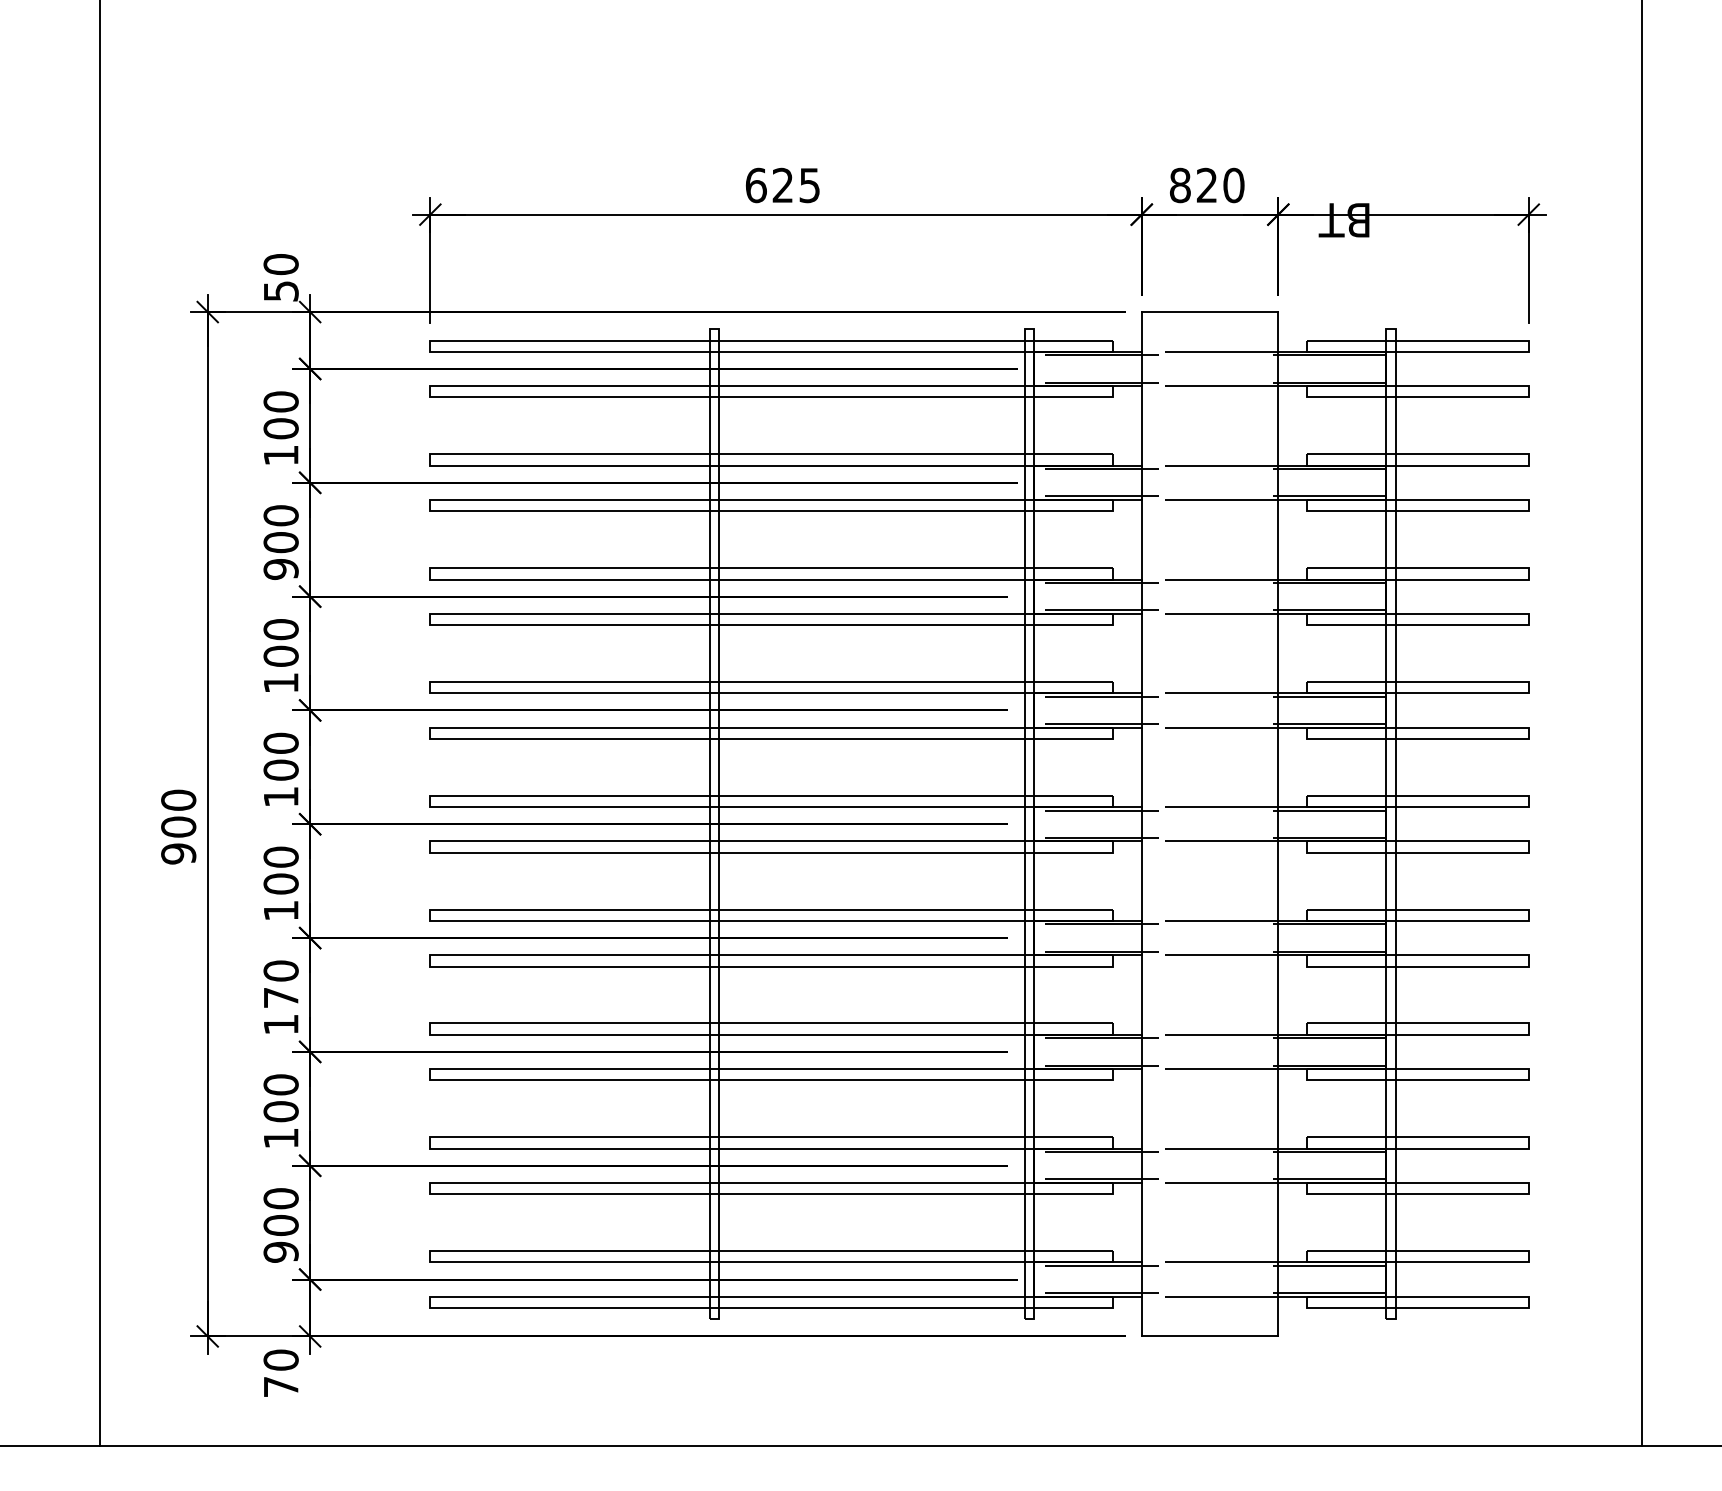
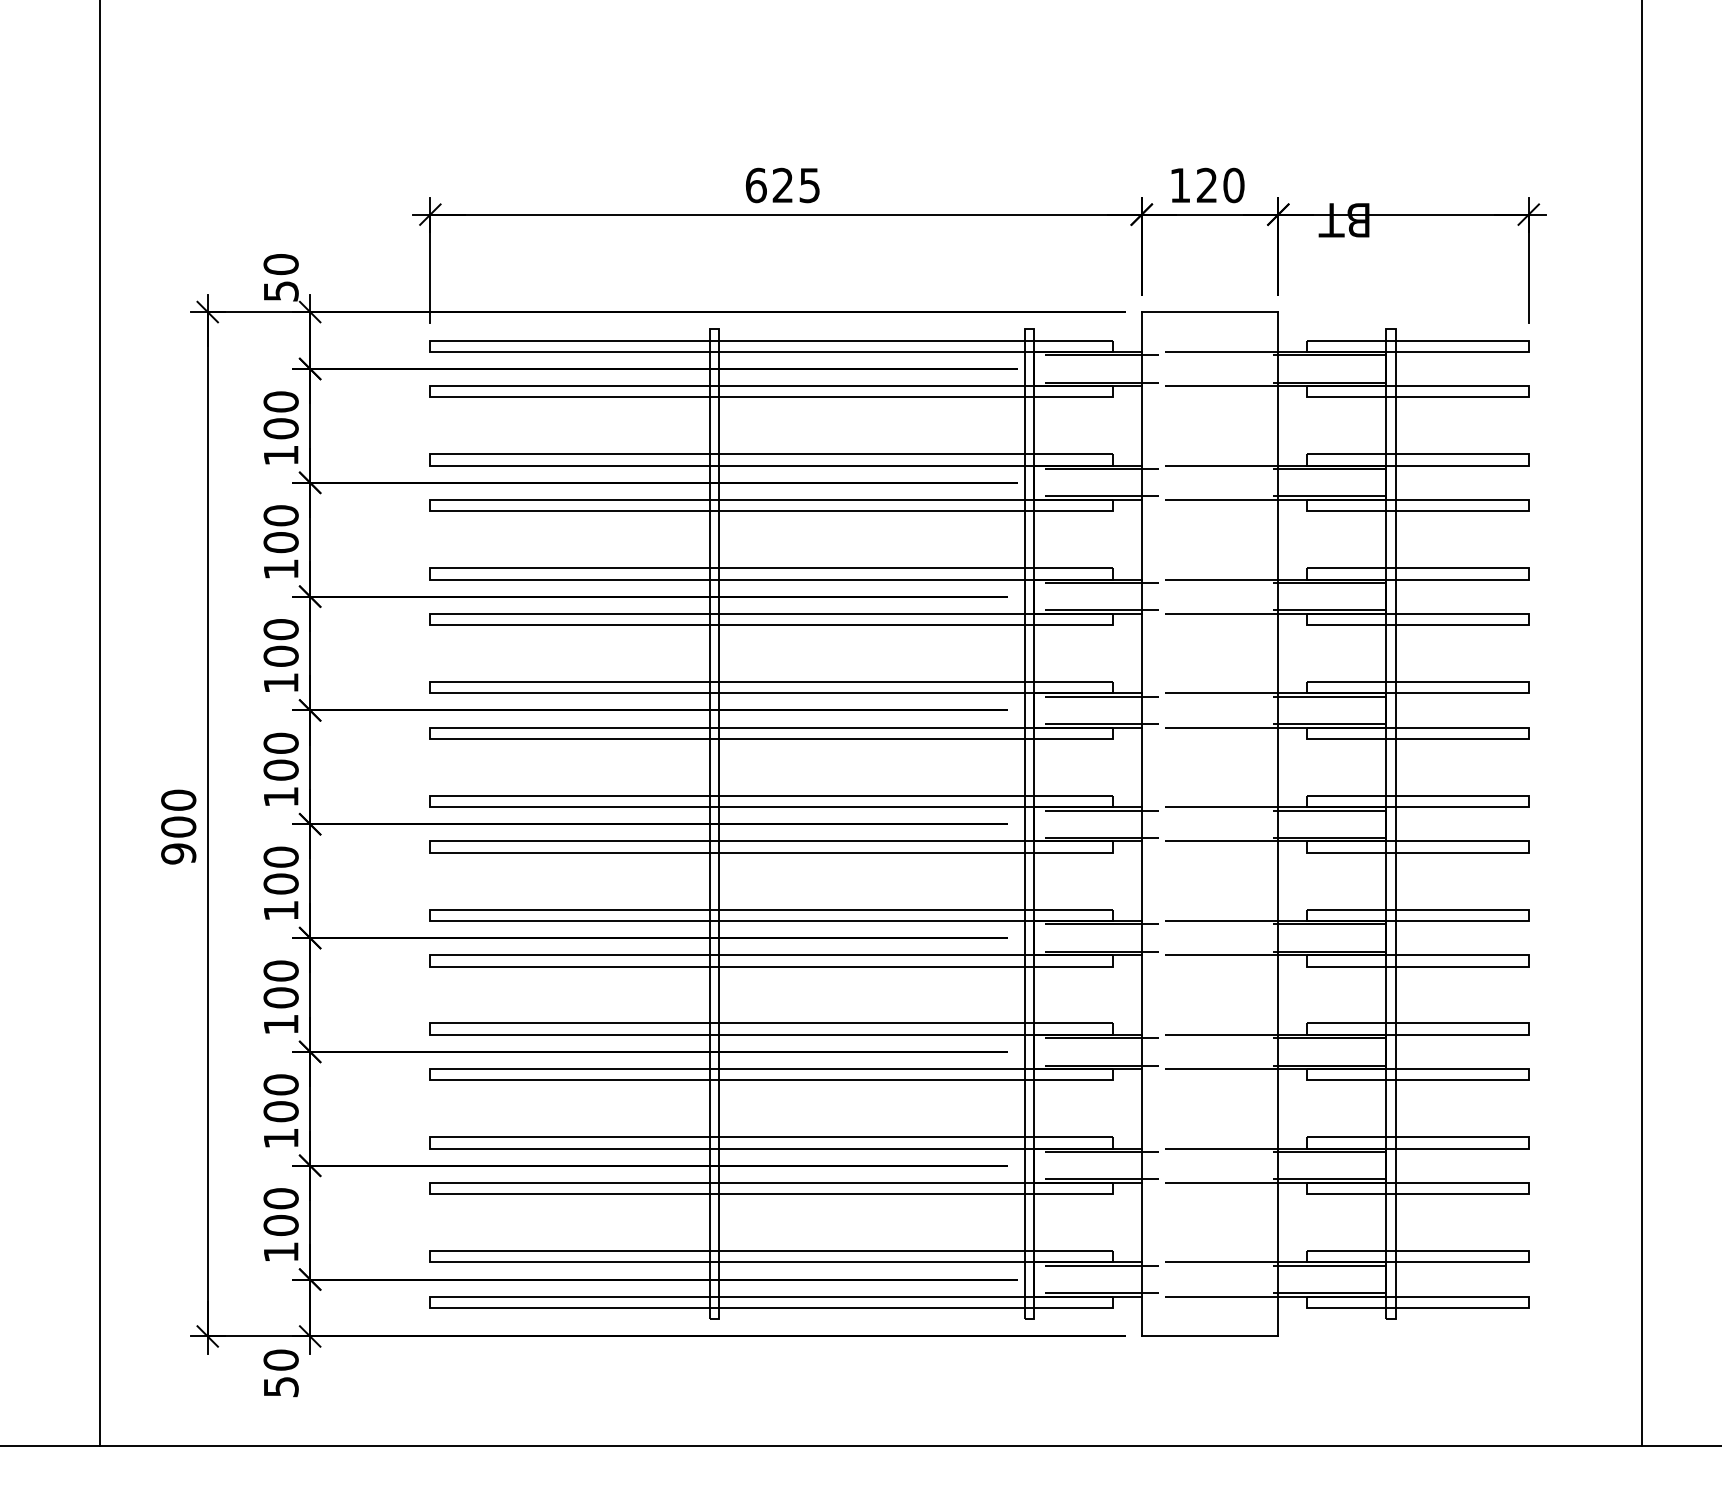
text at (1180, 185): 820 -> 120
text at (280, 569): 900 -> 100
text at (280, 997): 170 -> 100
text at (280, 1251): 900 -> 100
text at (281, 1387): 70 -> 50
